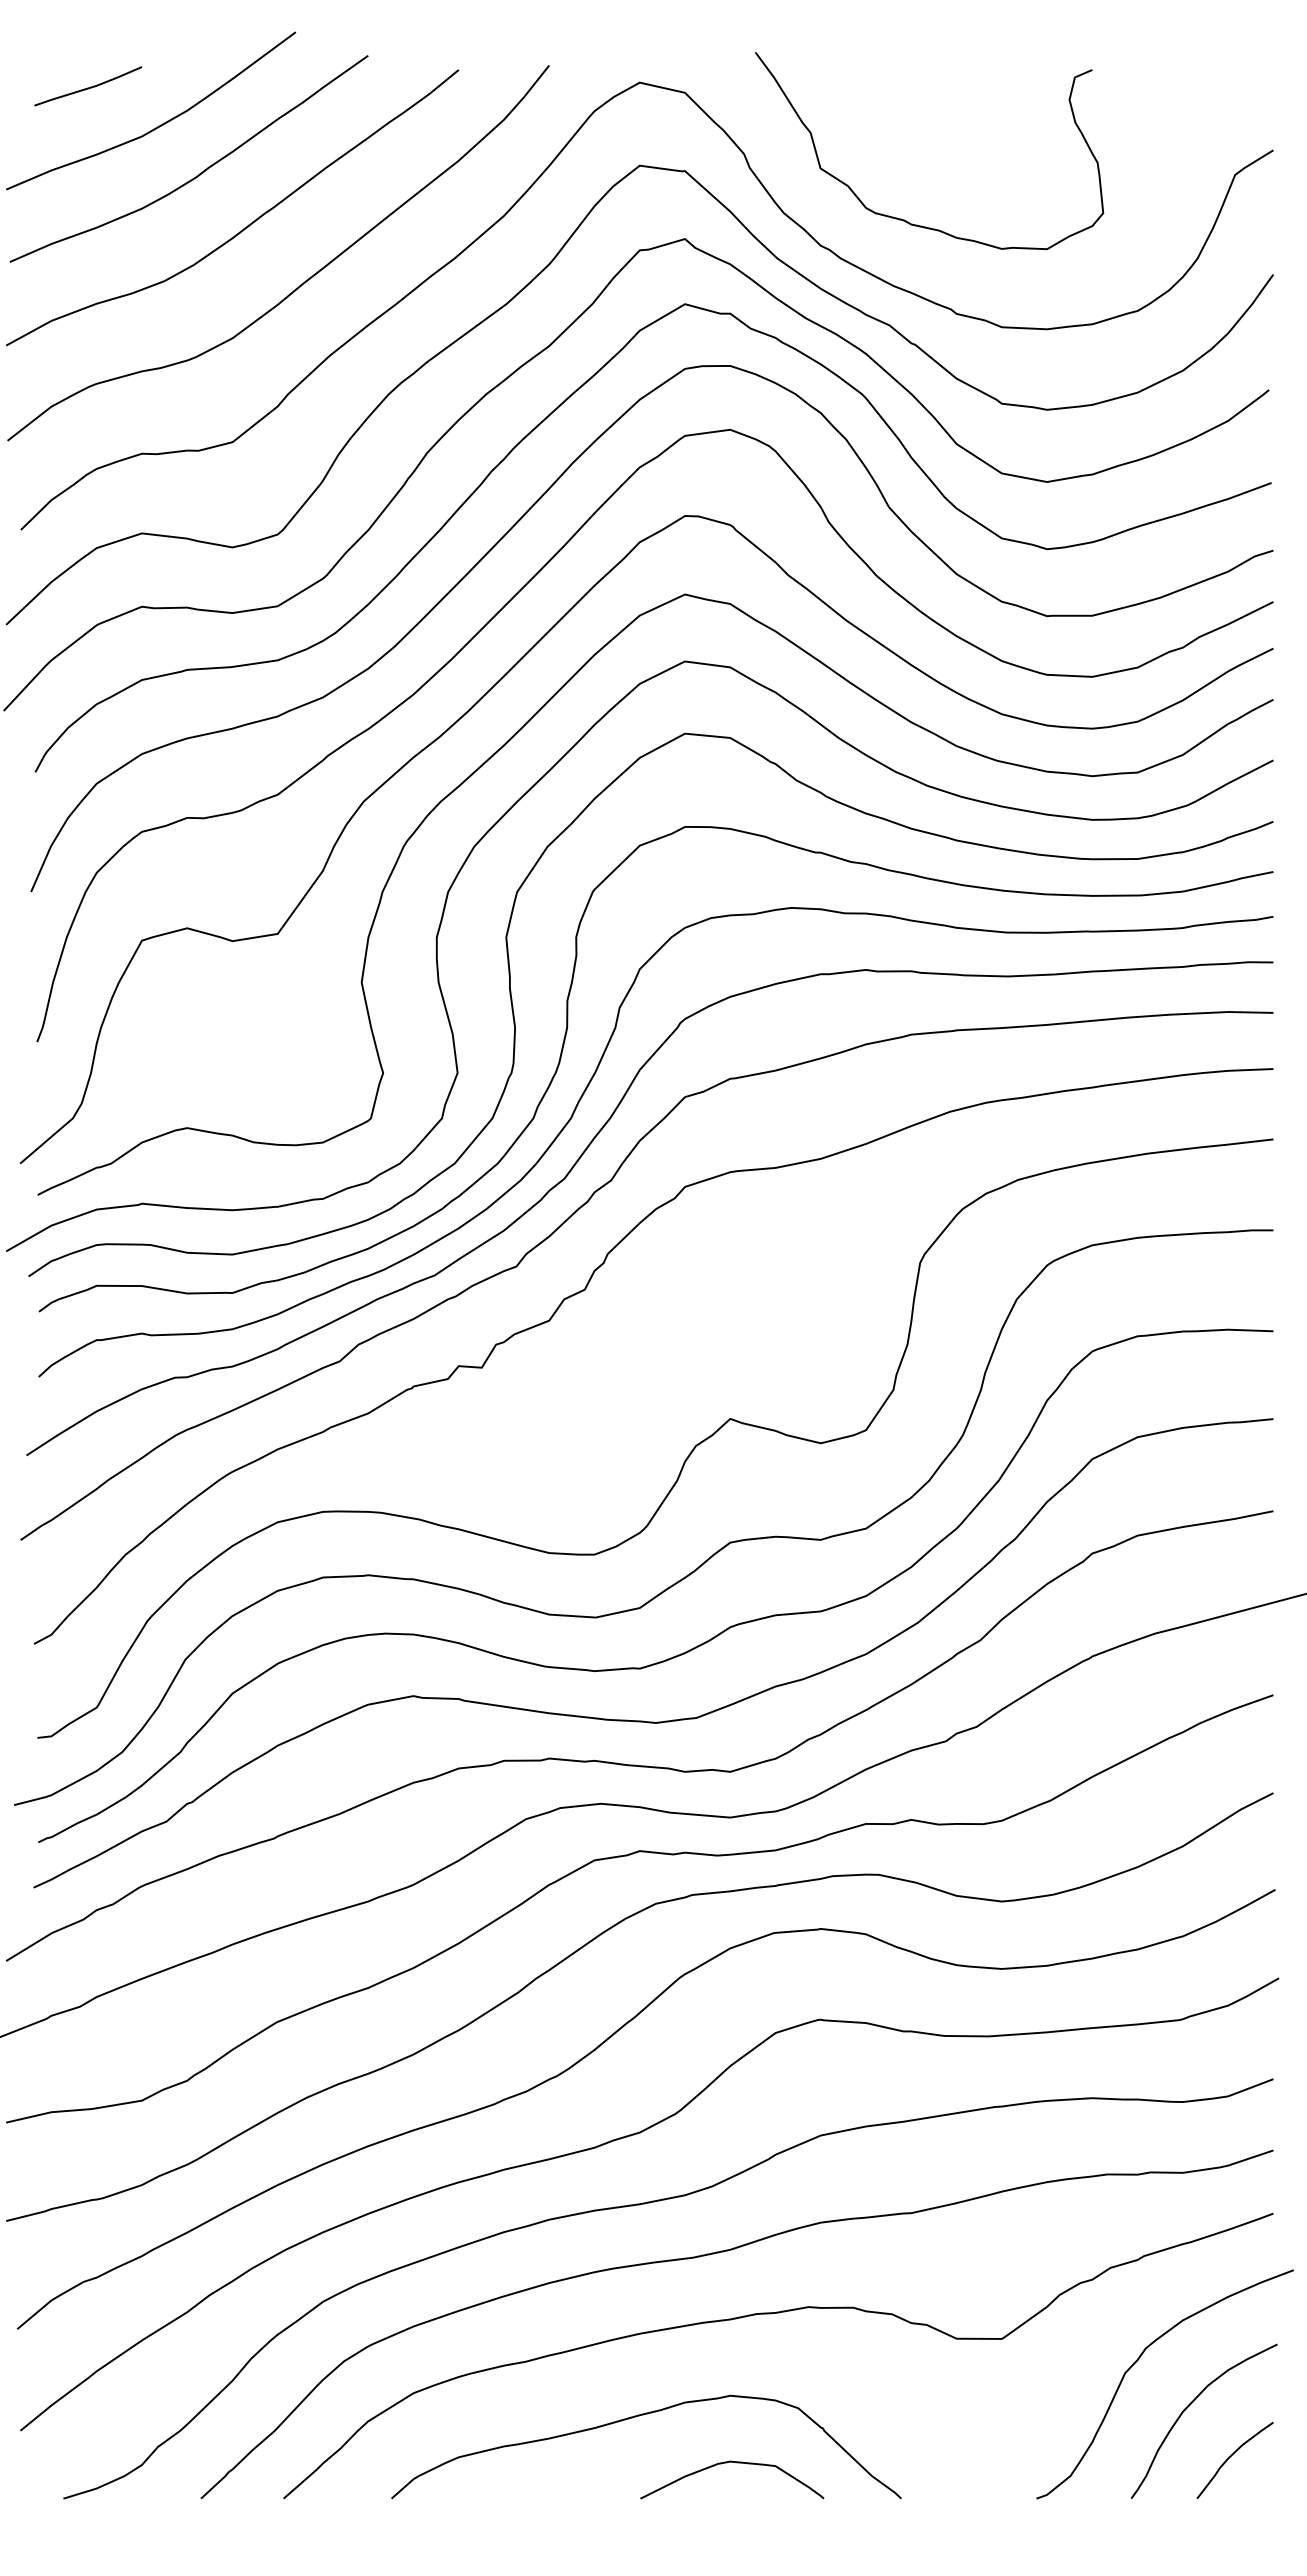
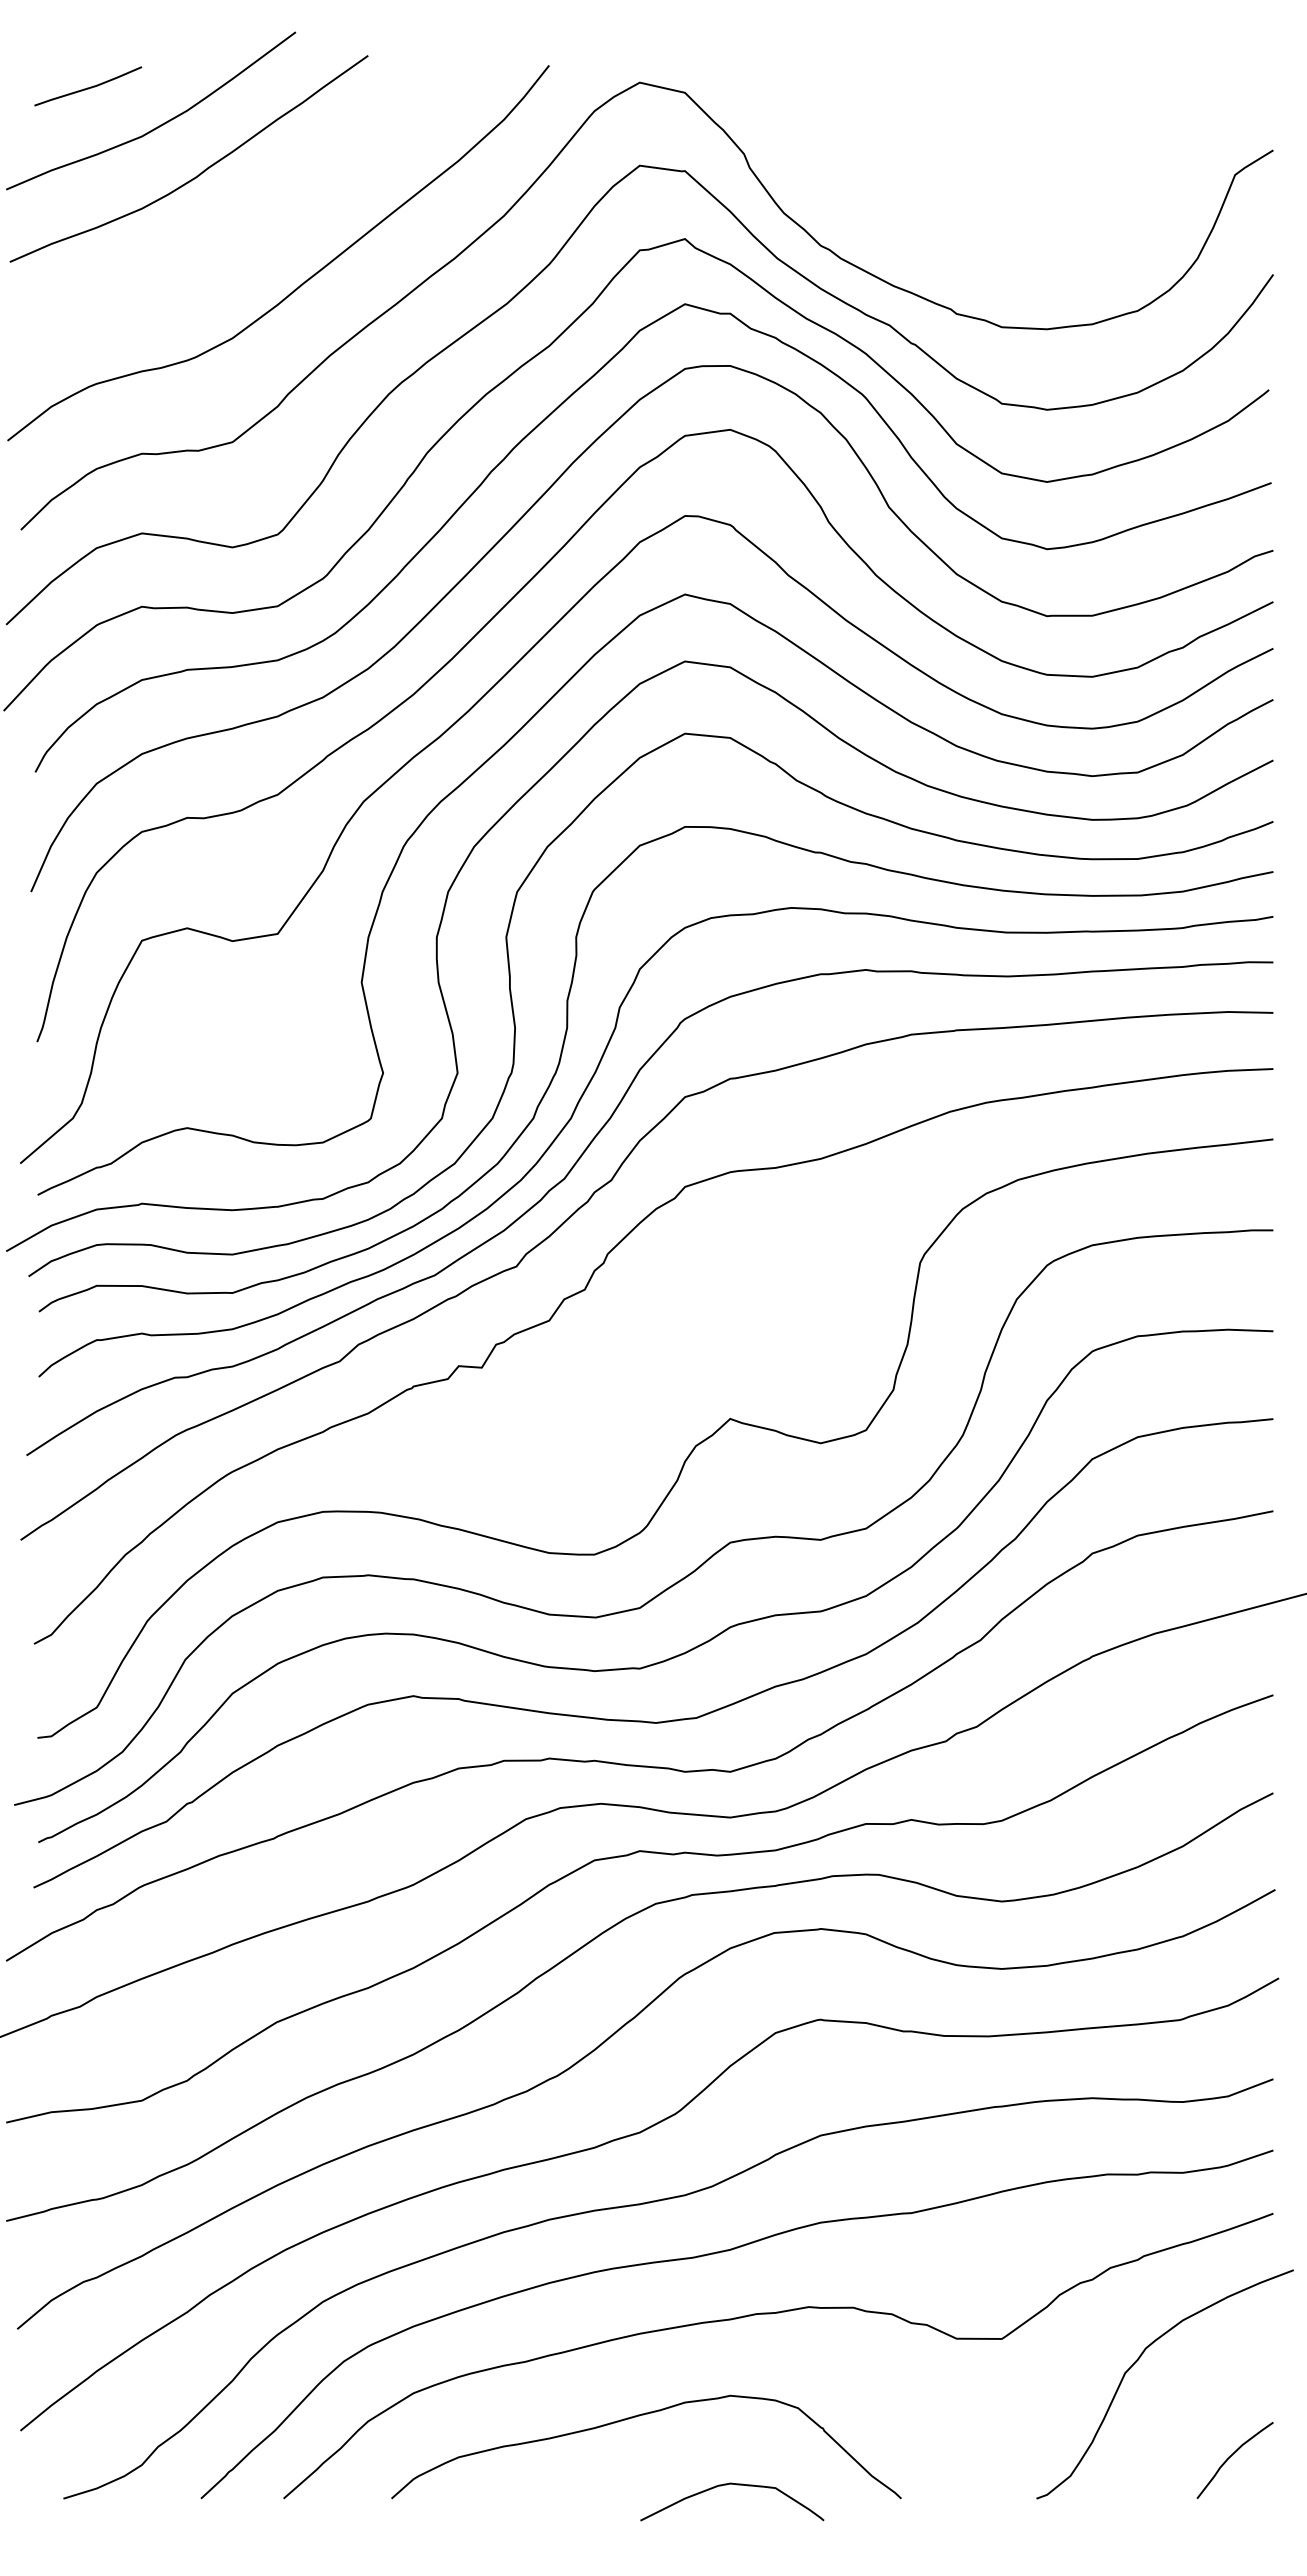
curve at (904, 219): present -> none
curve at (244, 227): present -> none
curve at (1189, 2406): present -> none
curve at (736, 2463) position: (736, 2463) -> (736, 2485)
